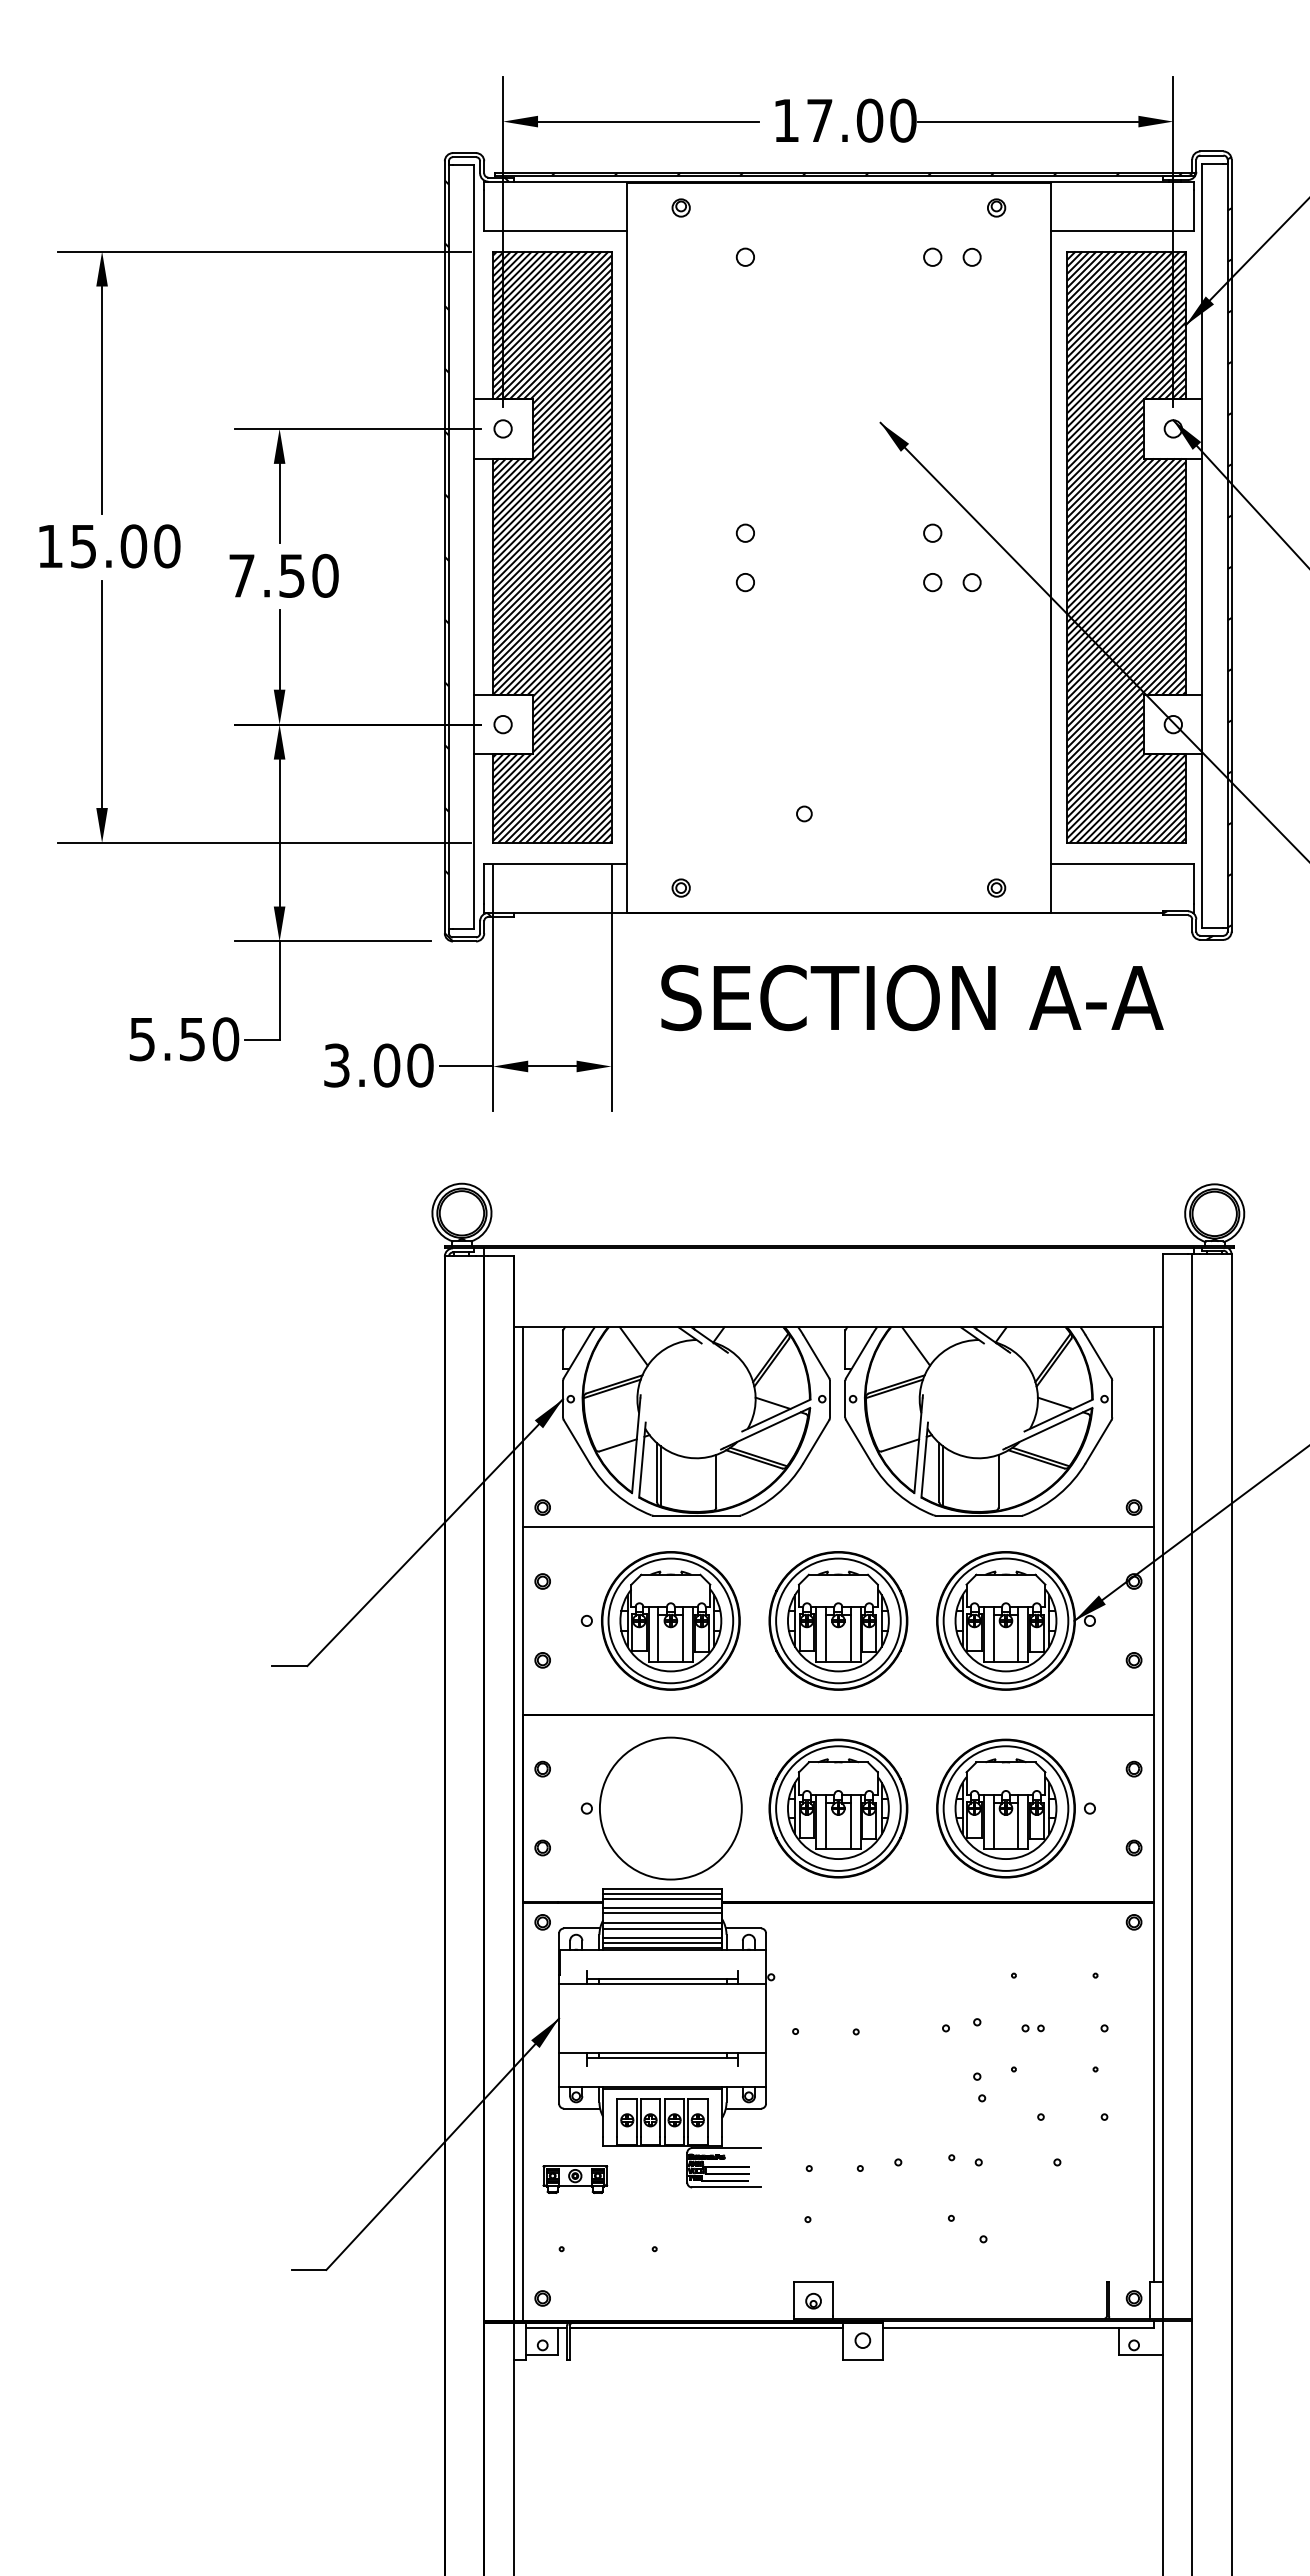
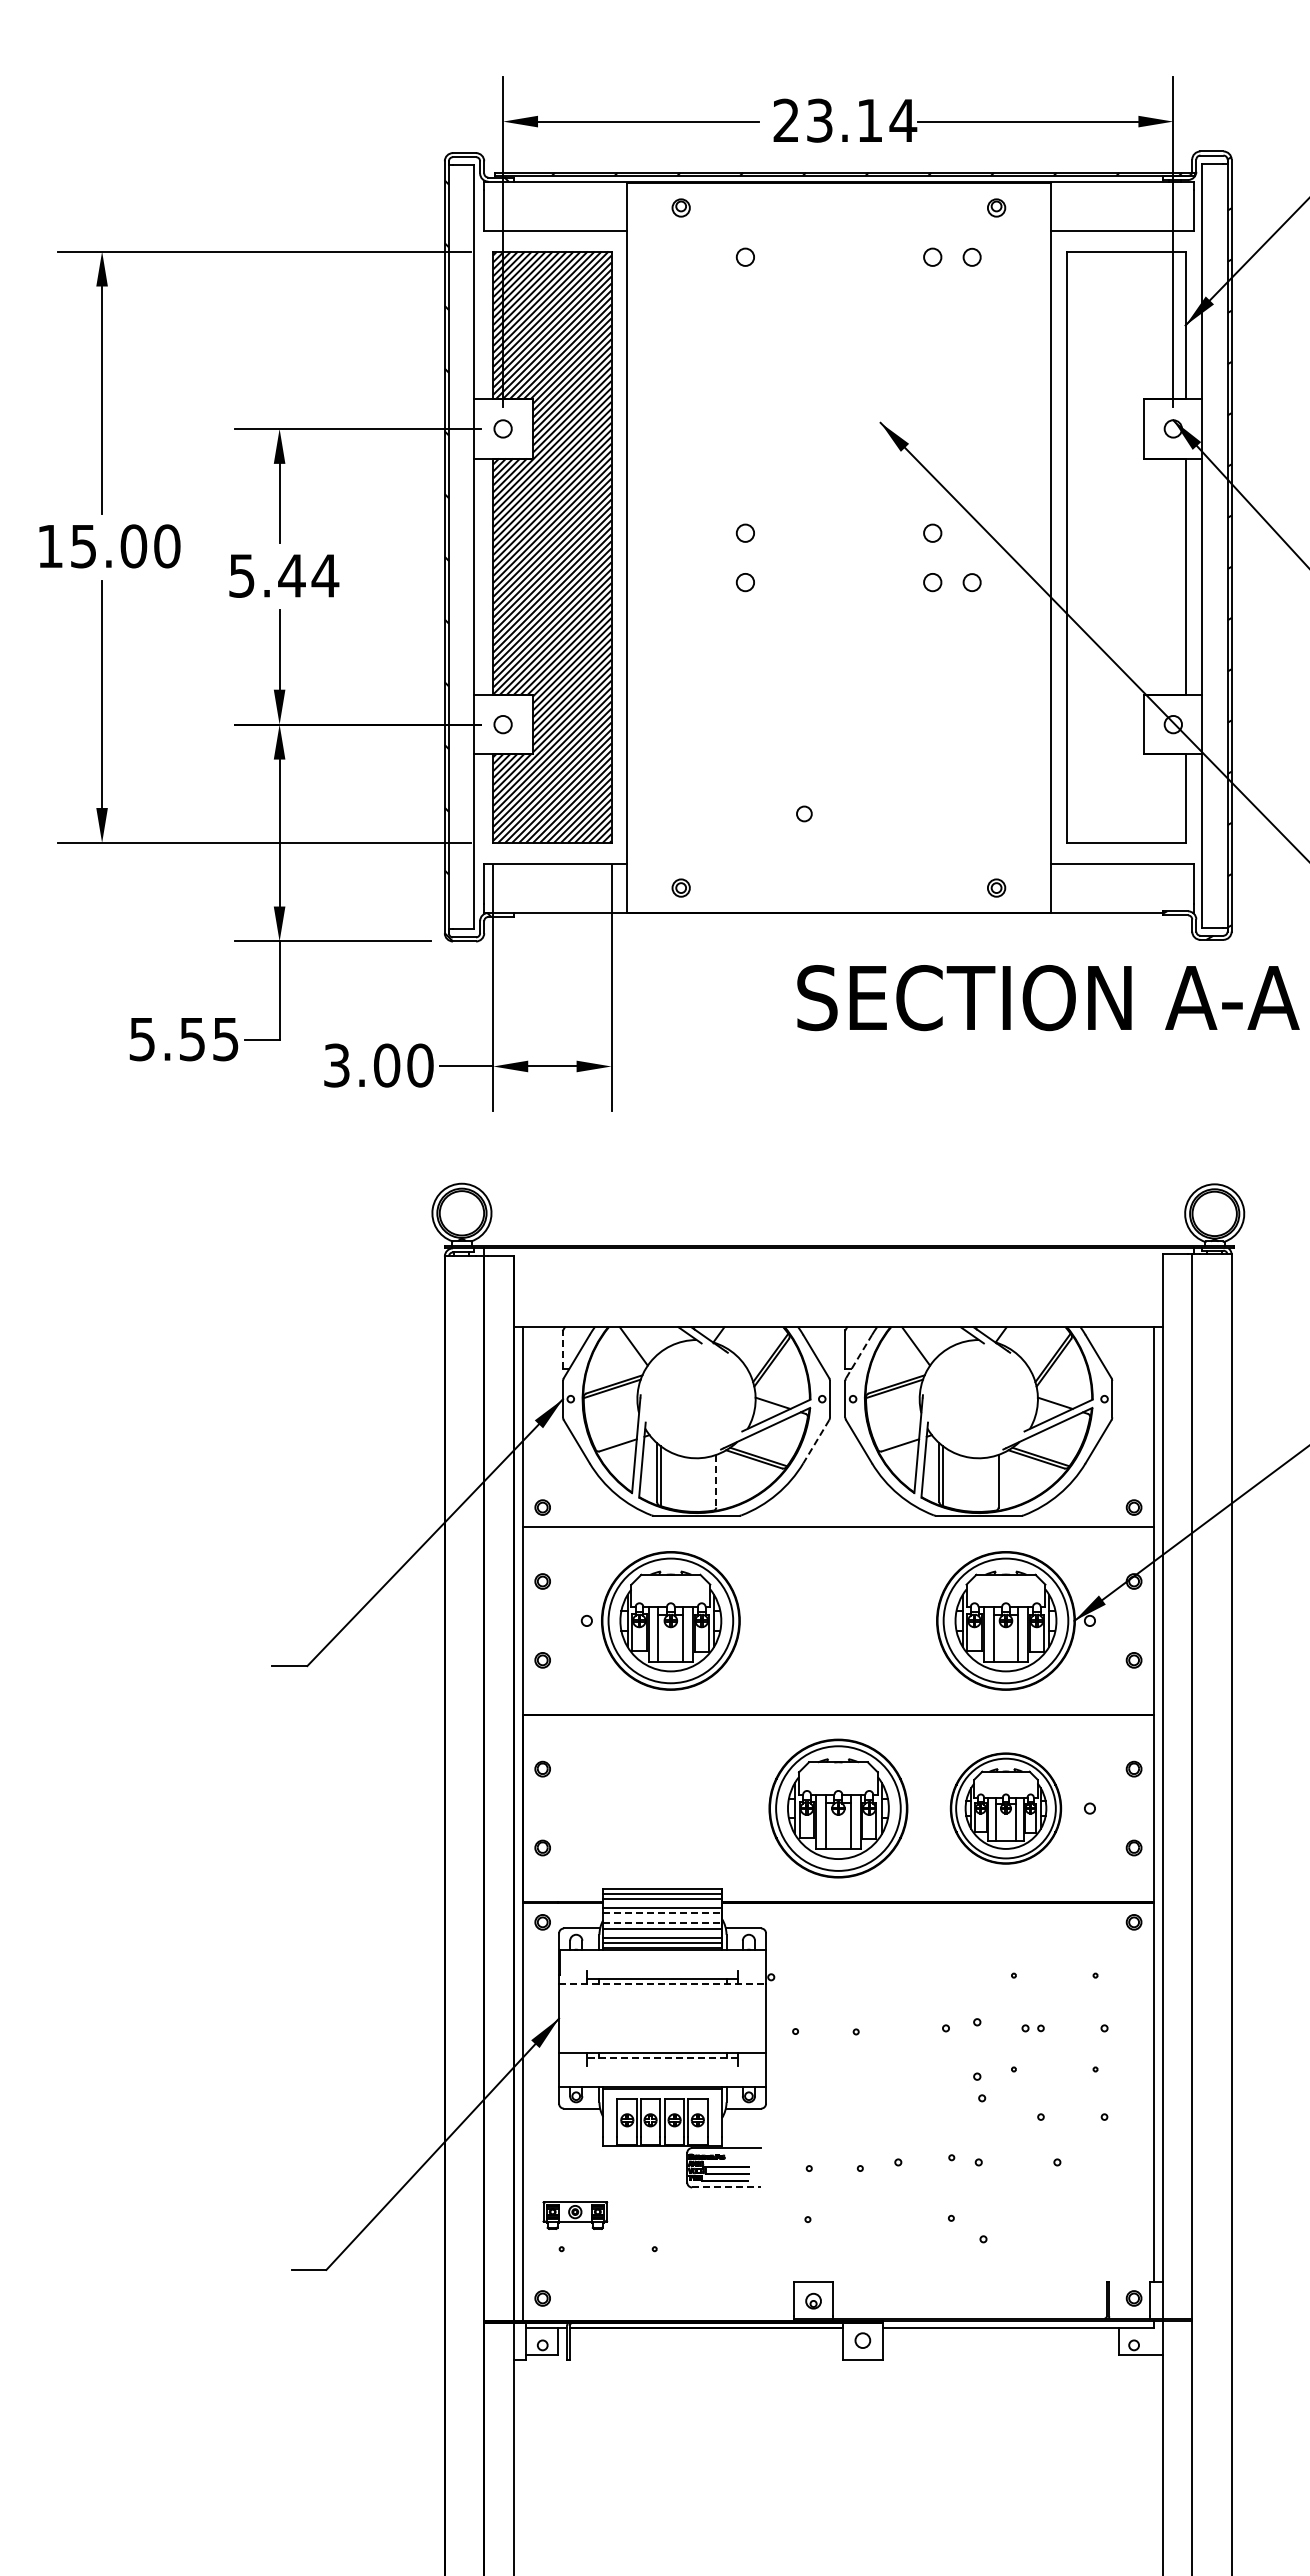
text at (845, 120): 17.00 -> 23.14
hatch at (1126, 546): present -> none
text at (284, 575): 7.50 -> 5.44
text at (912, 998) position: (912, 998) -> (1048, 998)
text at (225, 1039): 5.50 -> 5.55
line at (563, 1349): solid -> dashed
line at (859, 1356): solid -> dashed
line at (816, 1442): solid -> dashed
line at (716, 1481): solid -> dashed
part at (838, 1620): present -> none
part at (661, 1808): present -> none
part at (1005, 1808) size: 140x141 px -> 114x113 px
line at (662, 1913): solid -> dashed
line at (662, 1923): solid -> dashed
line at (663, 1983): solid -> dashed
line at (662, 2057): solid -> dashed
part at (575, 2179) position: (575, 2179) -> (575, 2215)
line at (727, 2187): solid -> dashed
